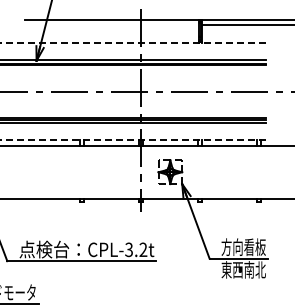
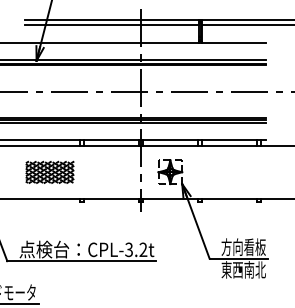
line at (111, 24): none -> present
line at (133, 42): dashed -> solid
line at (133, 140): dashed -> solid
part at (49, 171): none -> present
